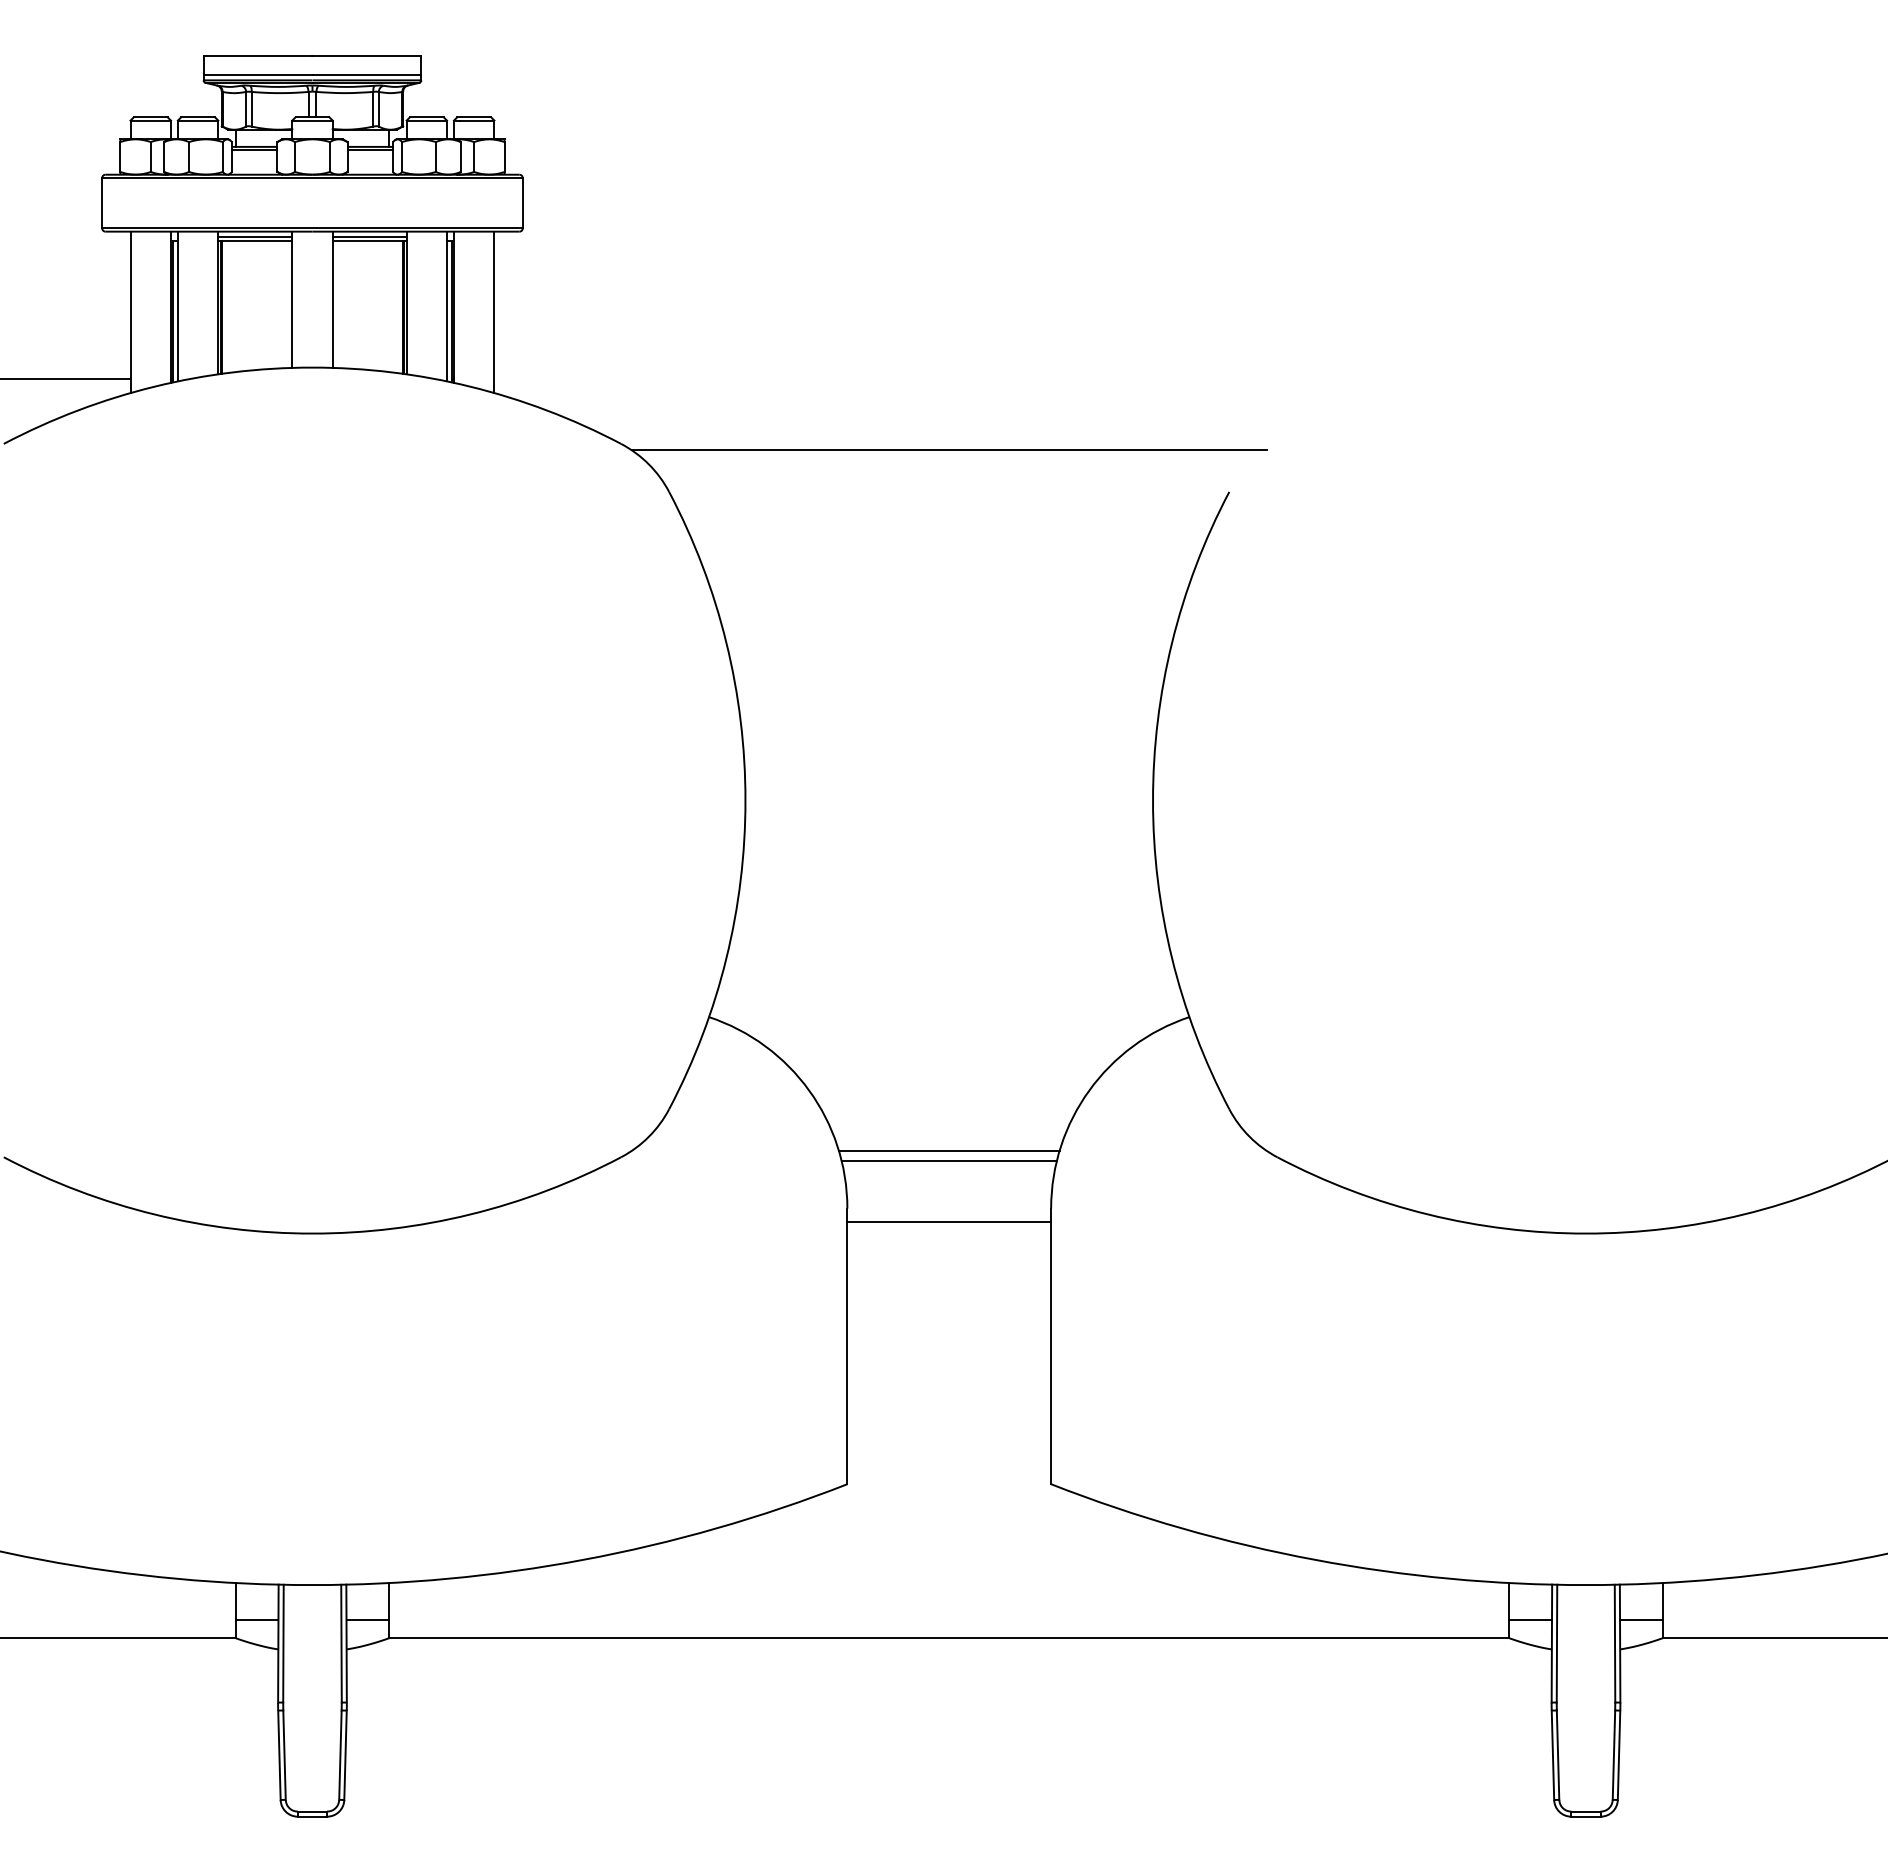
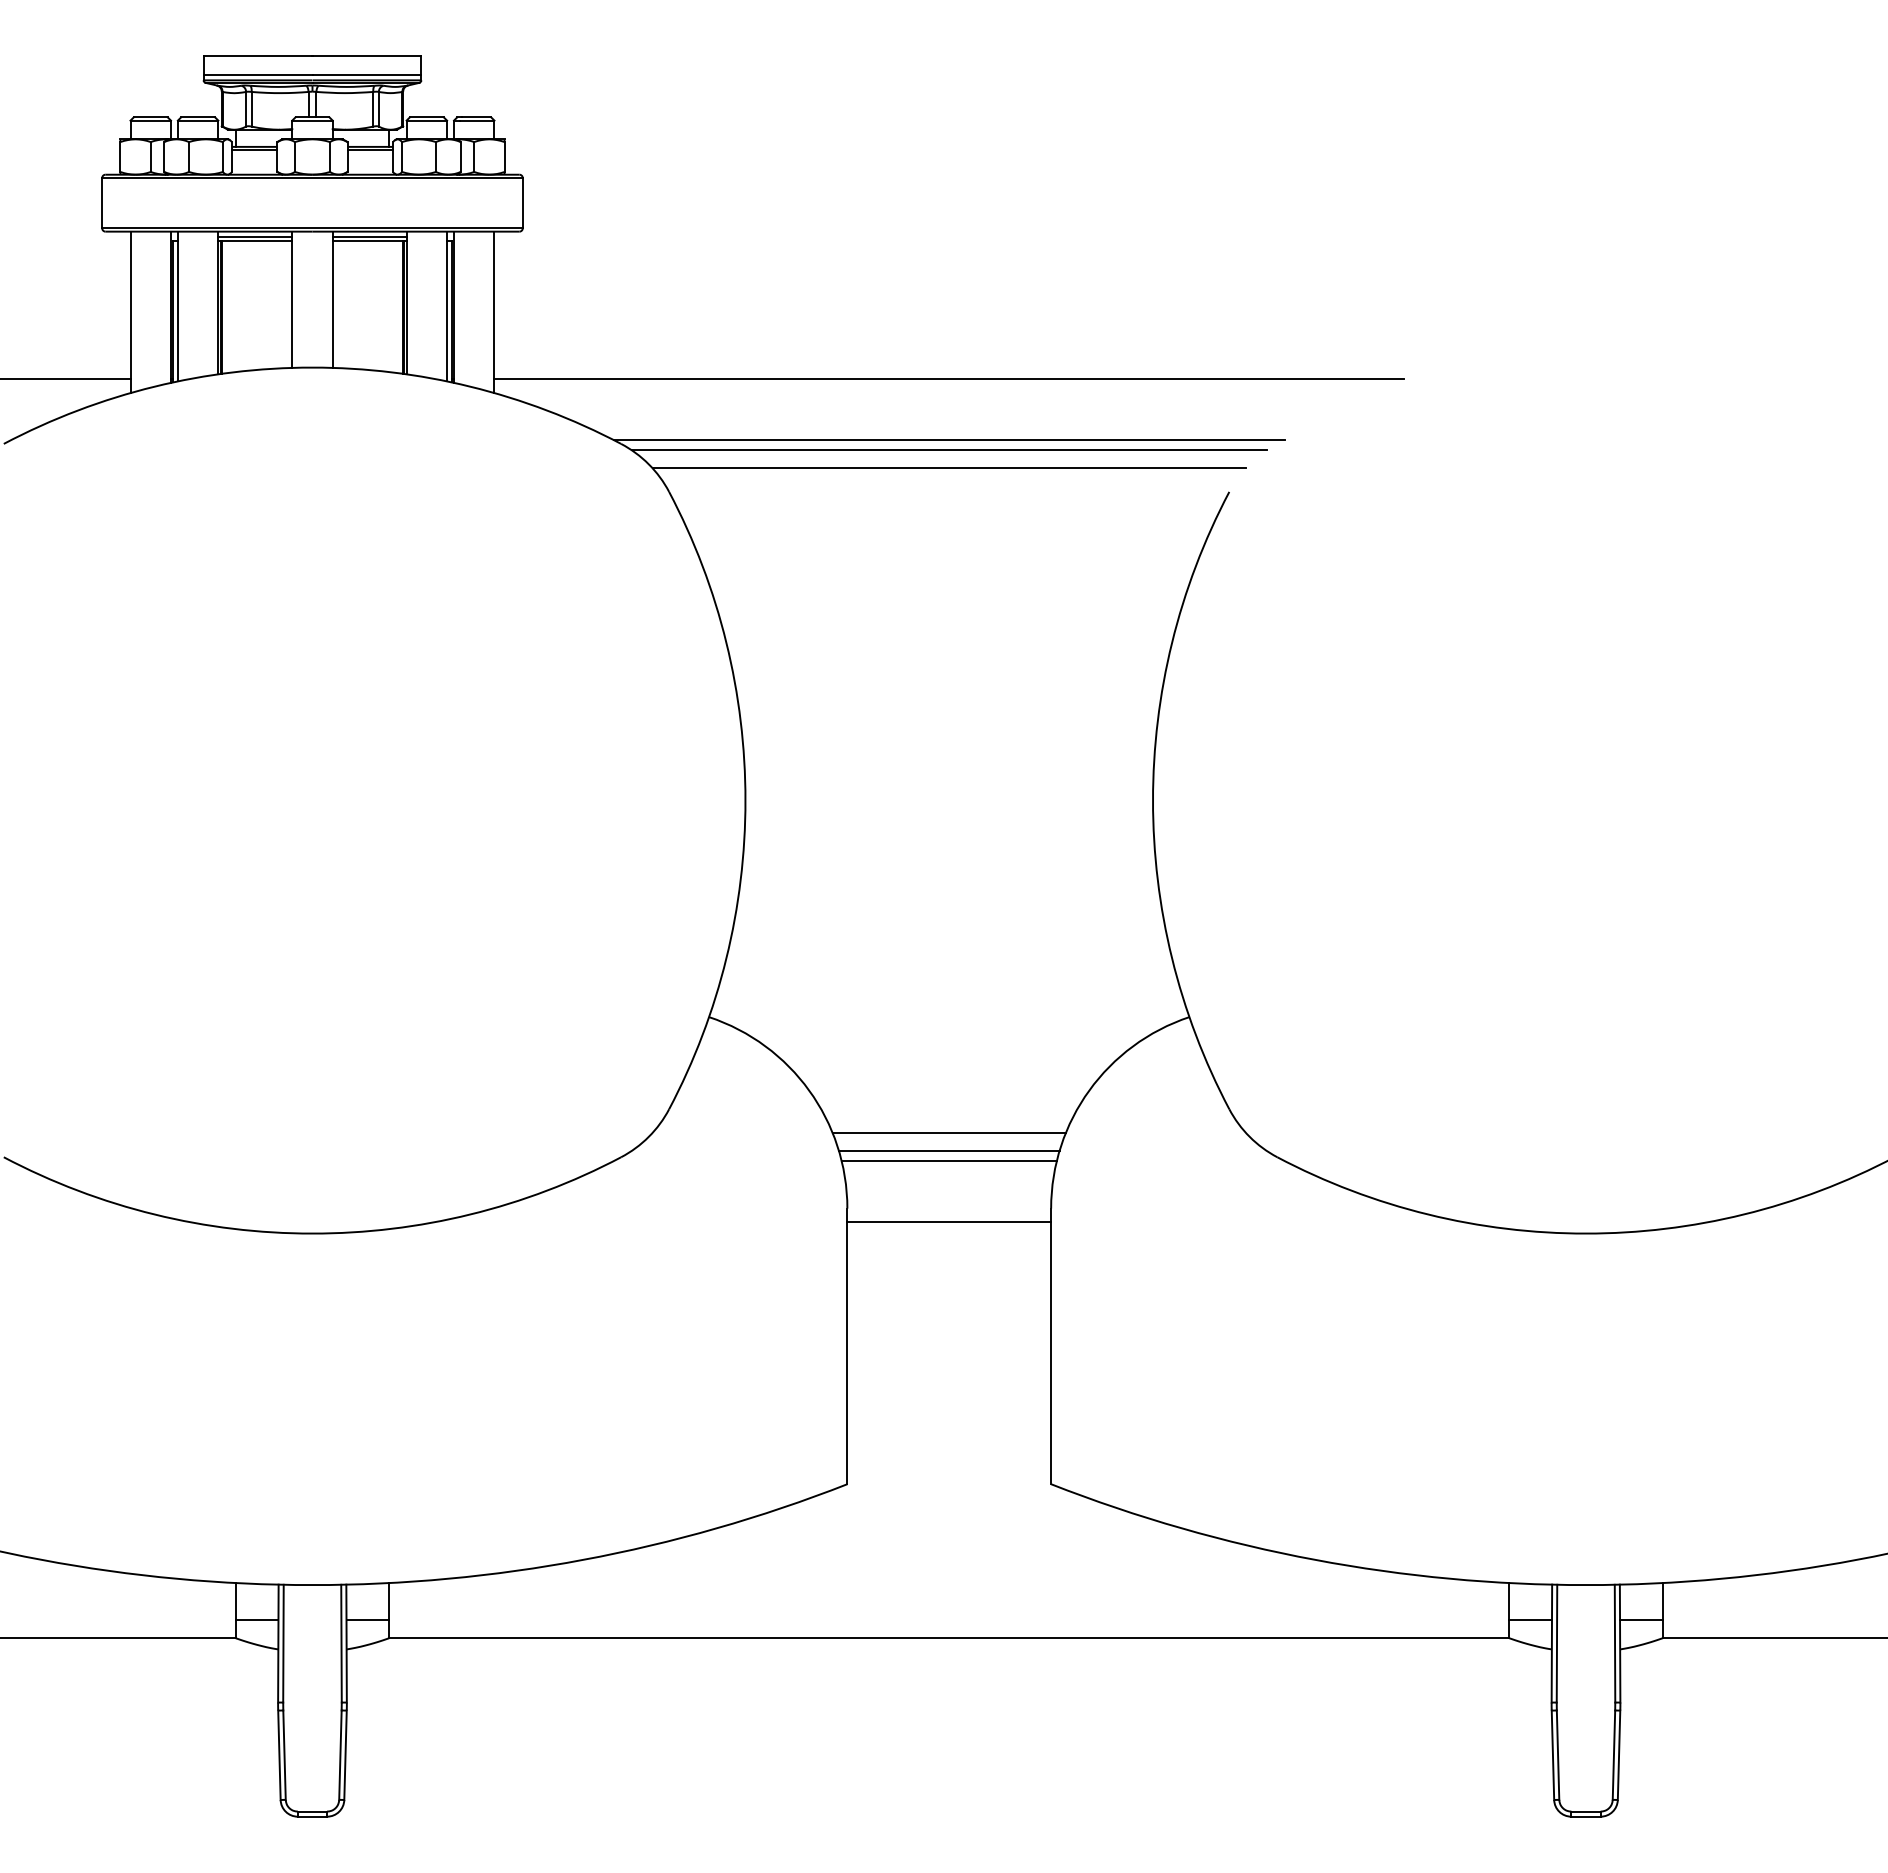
line at (949, 379): none -> present
line at (948, 440): none -> present
line at (948, 468): none -> present
line at (948, 1132): none -> present
